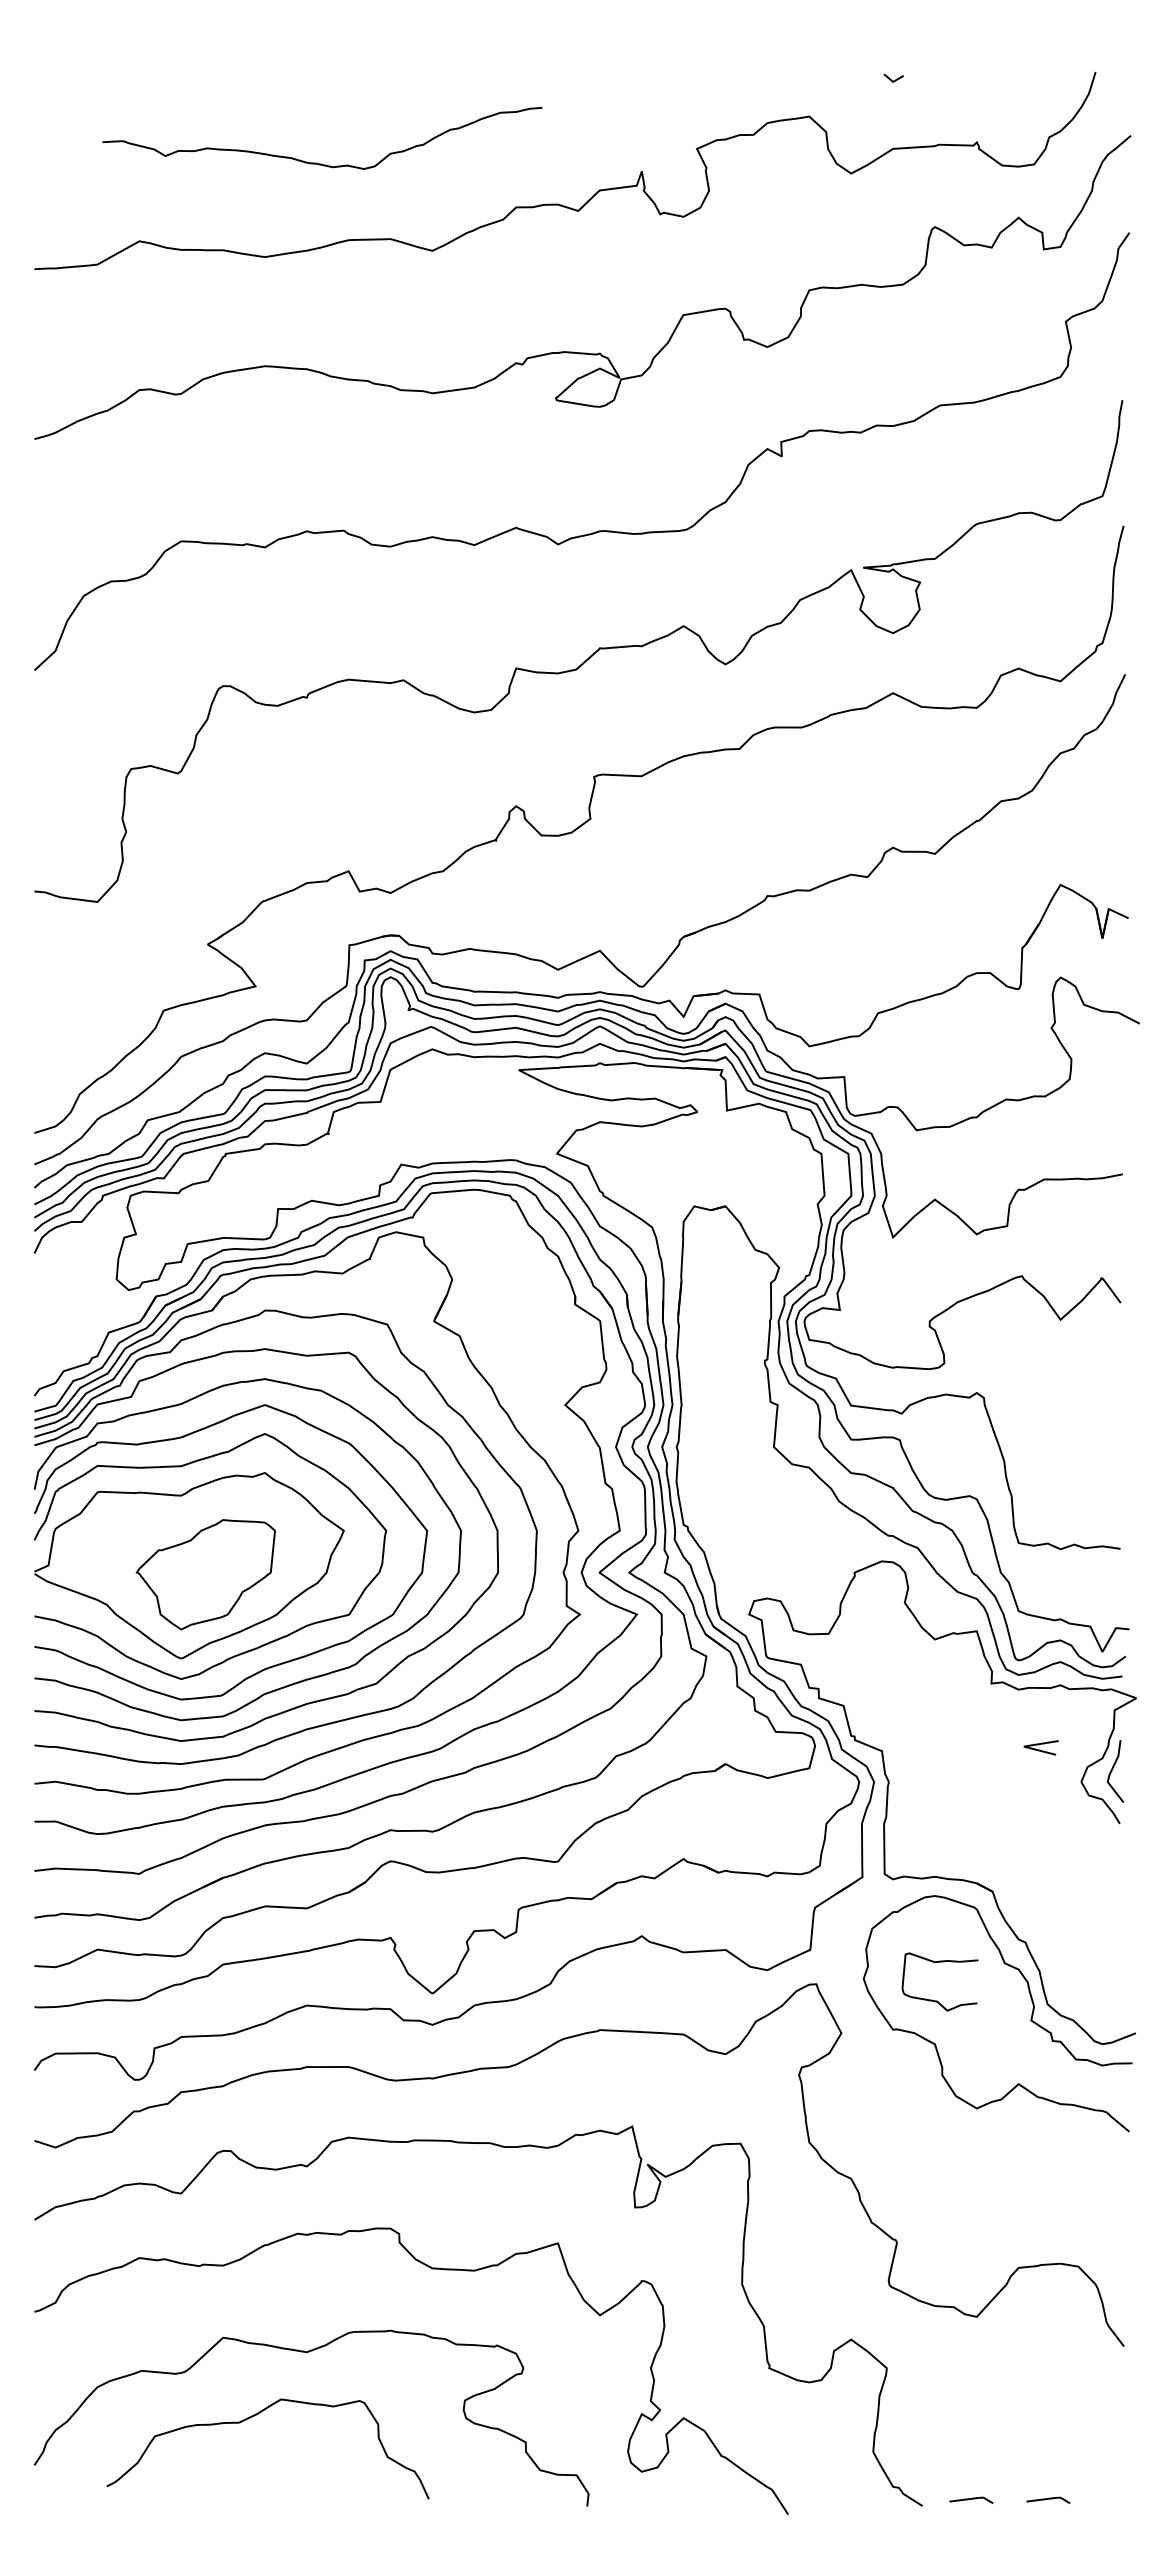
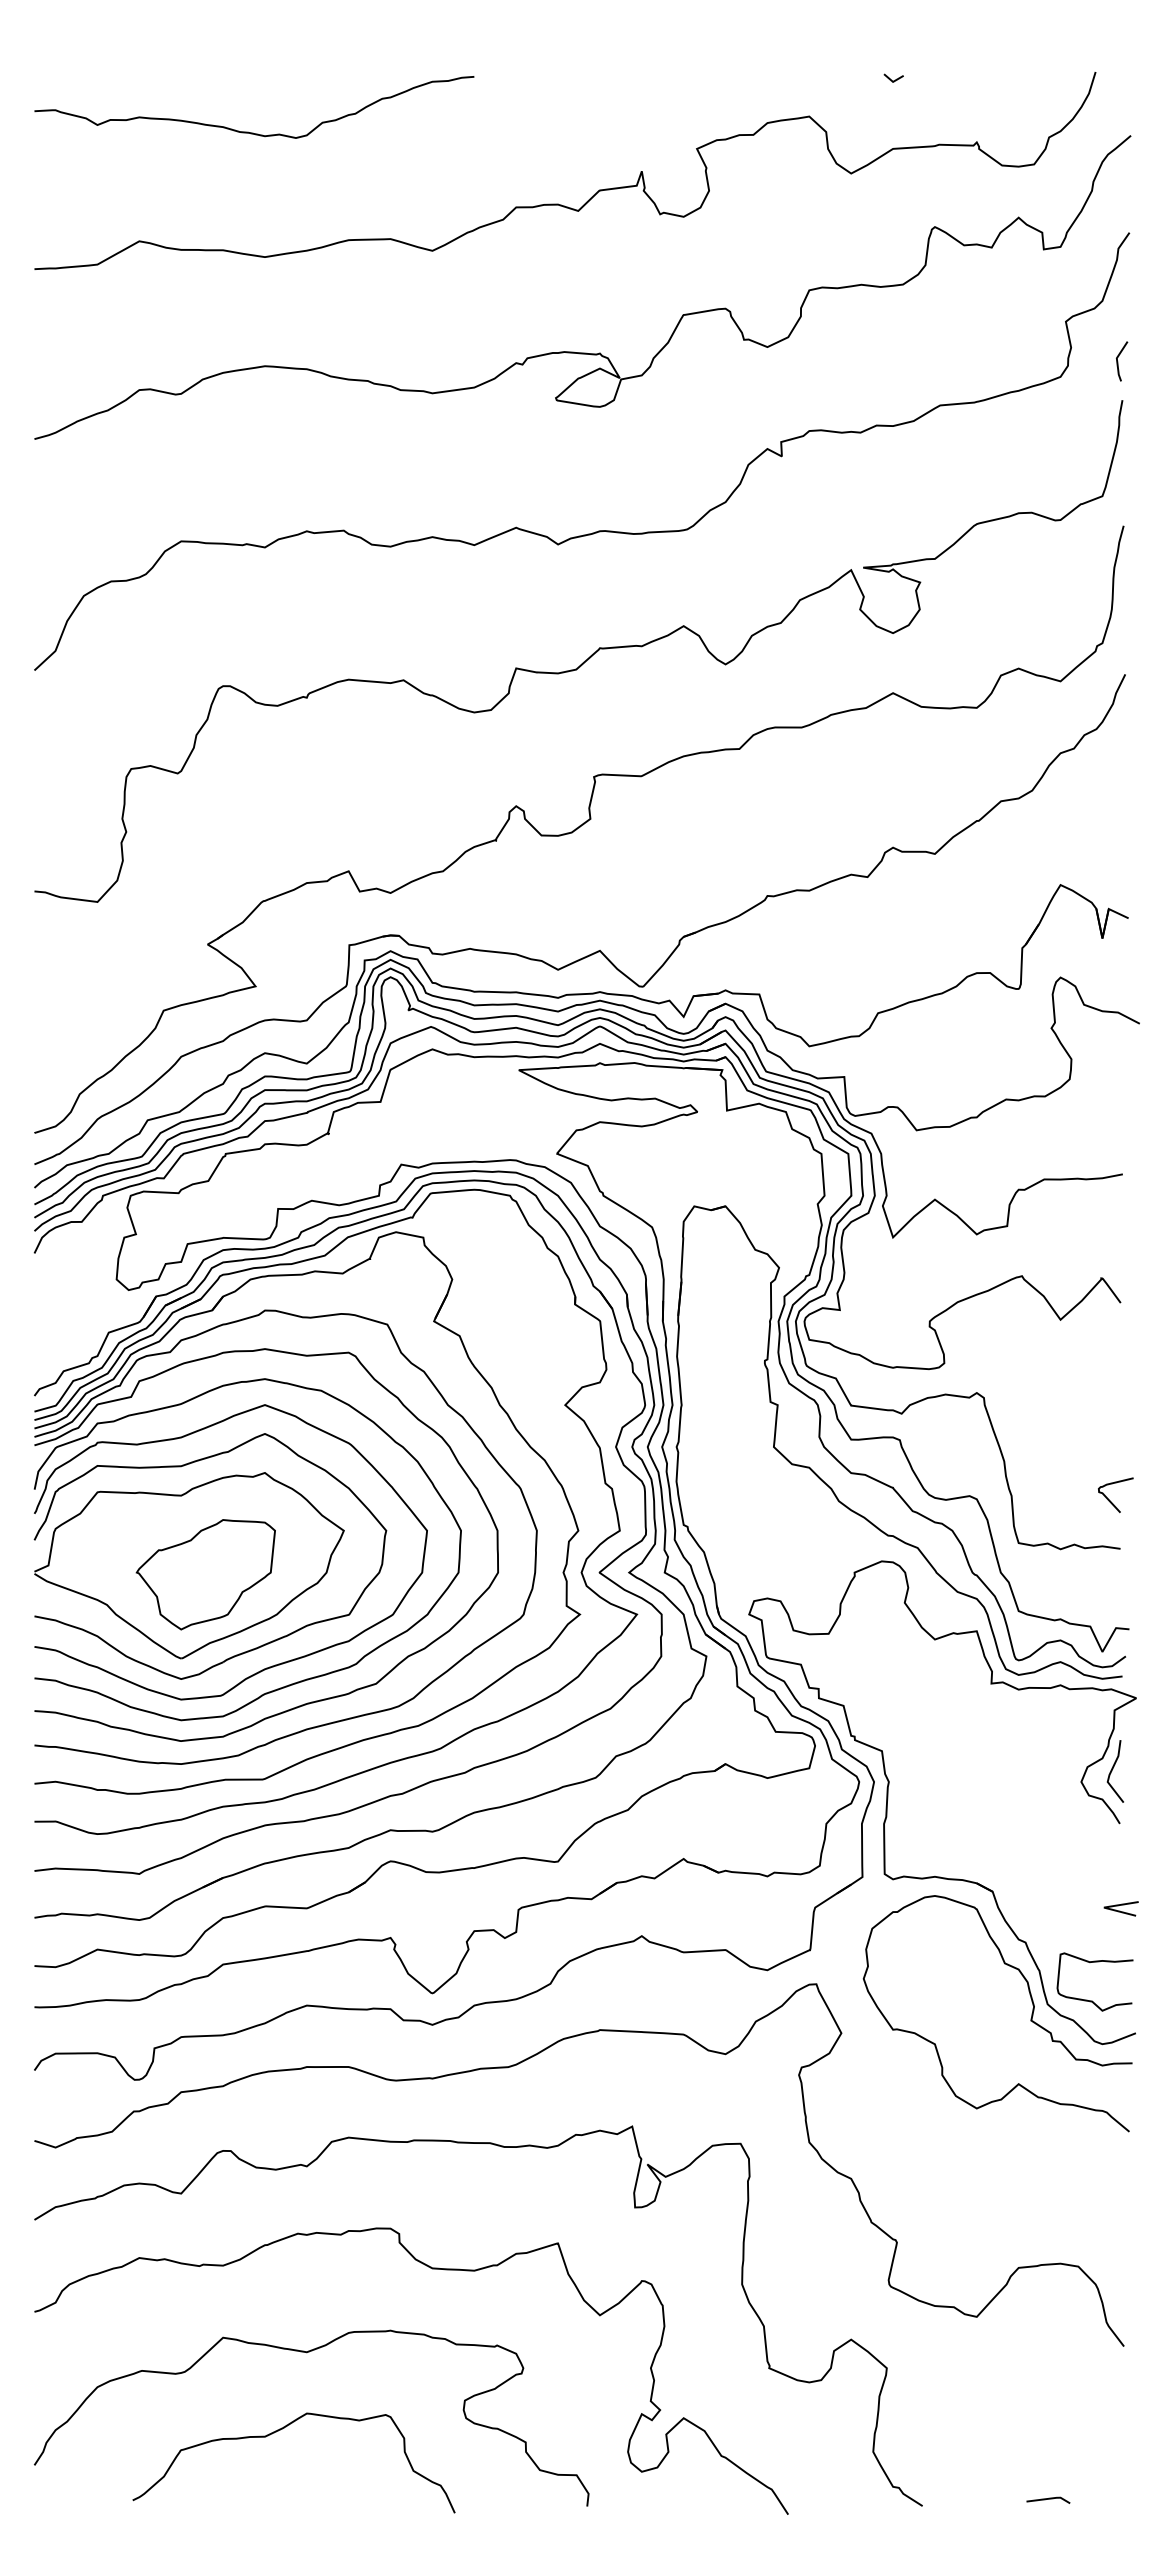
curve at (316, 162) position: (316, 162) -> (248, 131)
line at (1118, 361): none -> present
curve at (1109, 1499): none -> present
line at (1040, 1749) position: (1040, 1749) -> (1120, 1910)
curve at (939, 1962) position: (939, 1962) -> (1094, 1962)
curve at (252, 2417) position: (252, 2417) -> (278, 2431)
line at (971, 2499): present -> none
